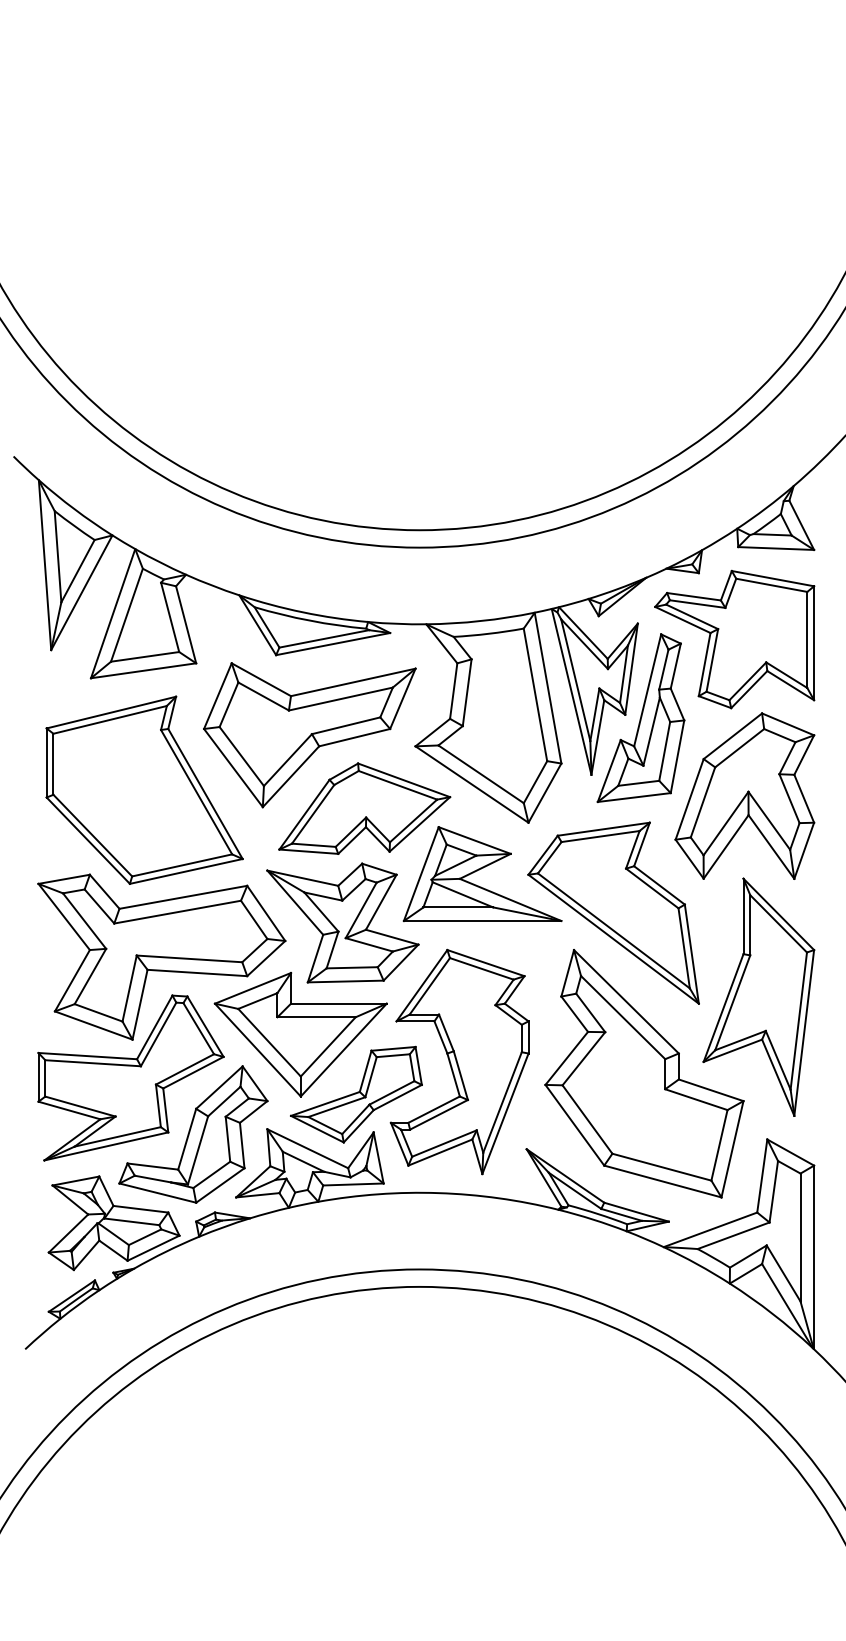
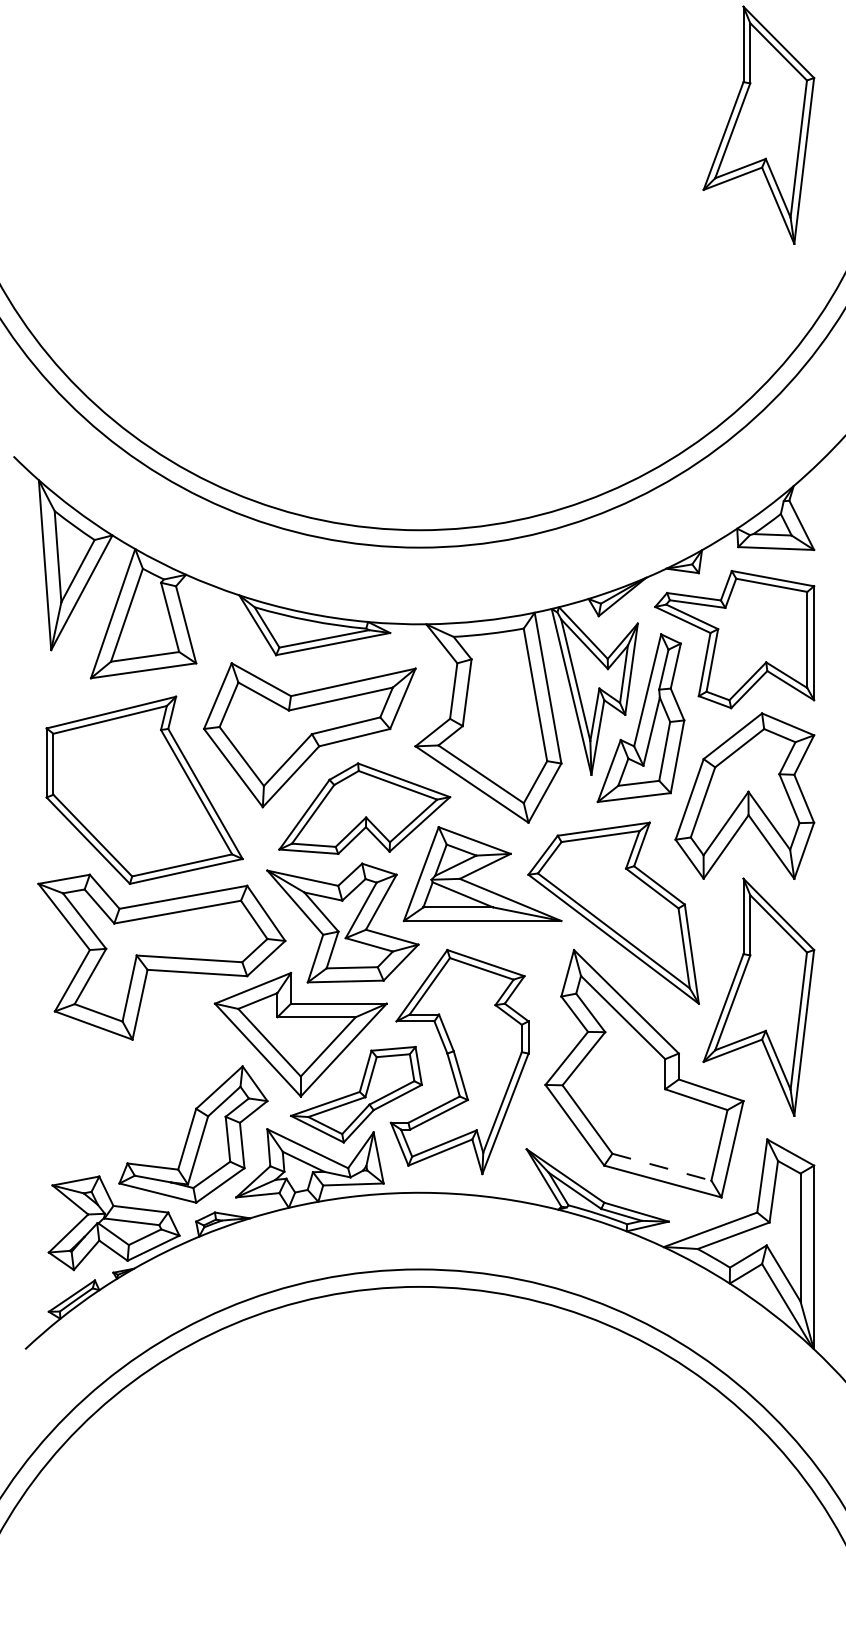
part at (758, 124): none -> present
part at (130, 1077): present -> none
line at (662, 1167): solid -> dashed
